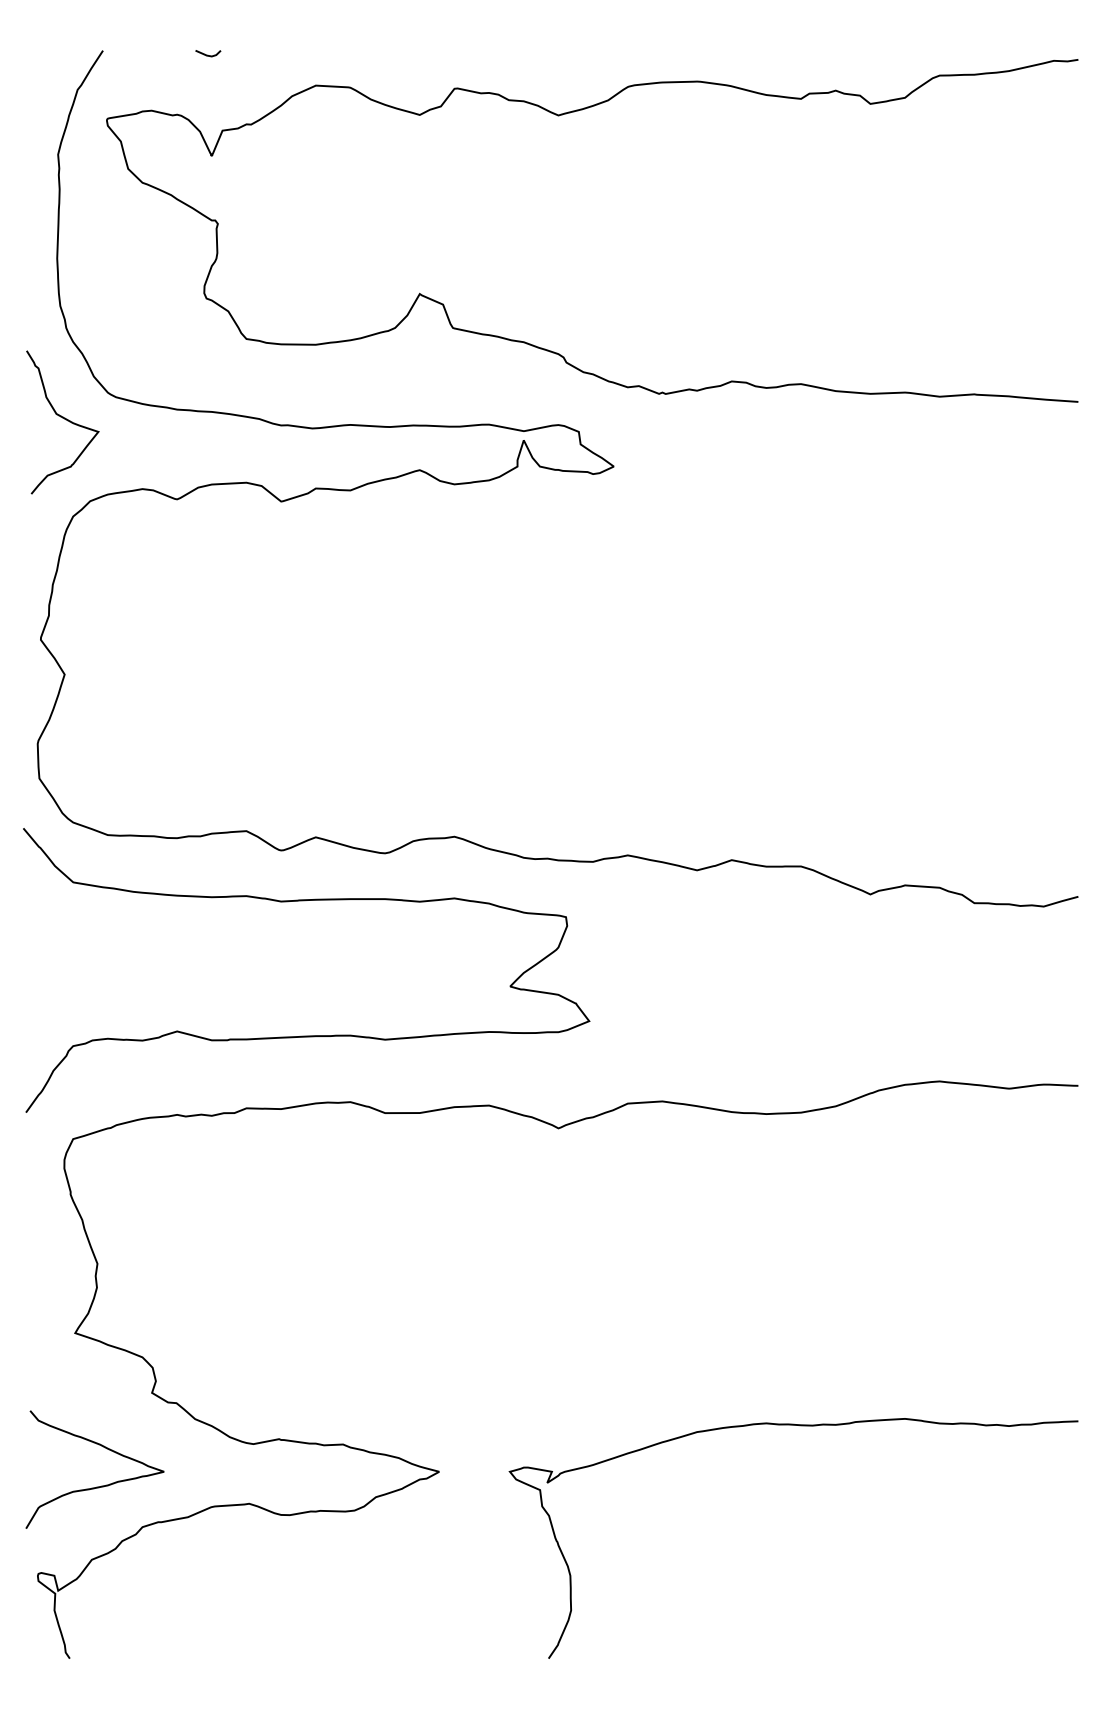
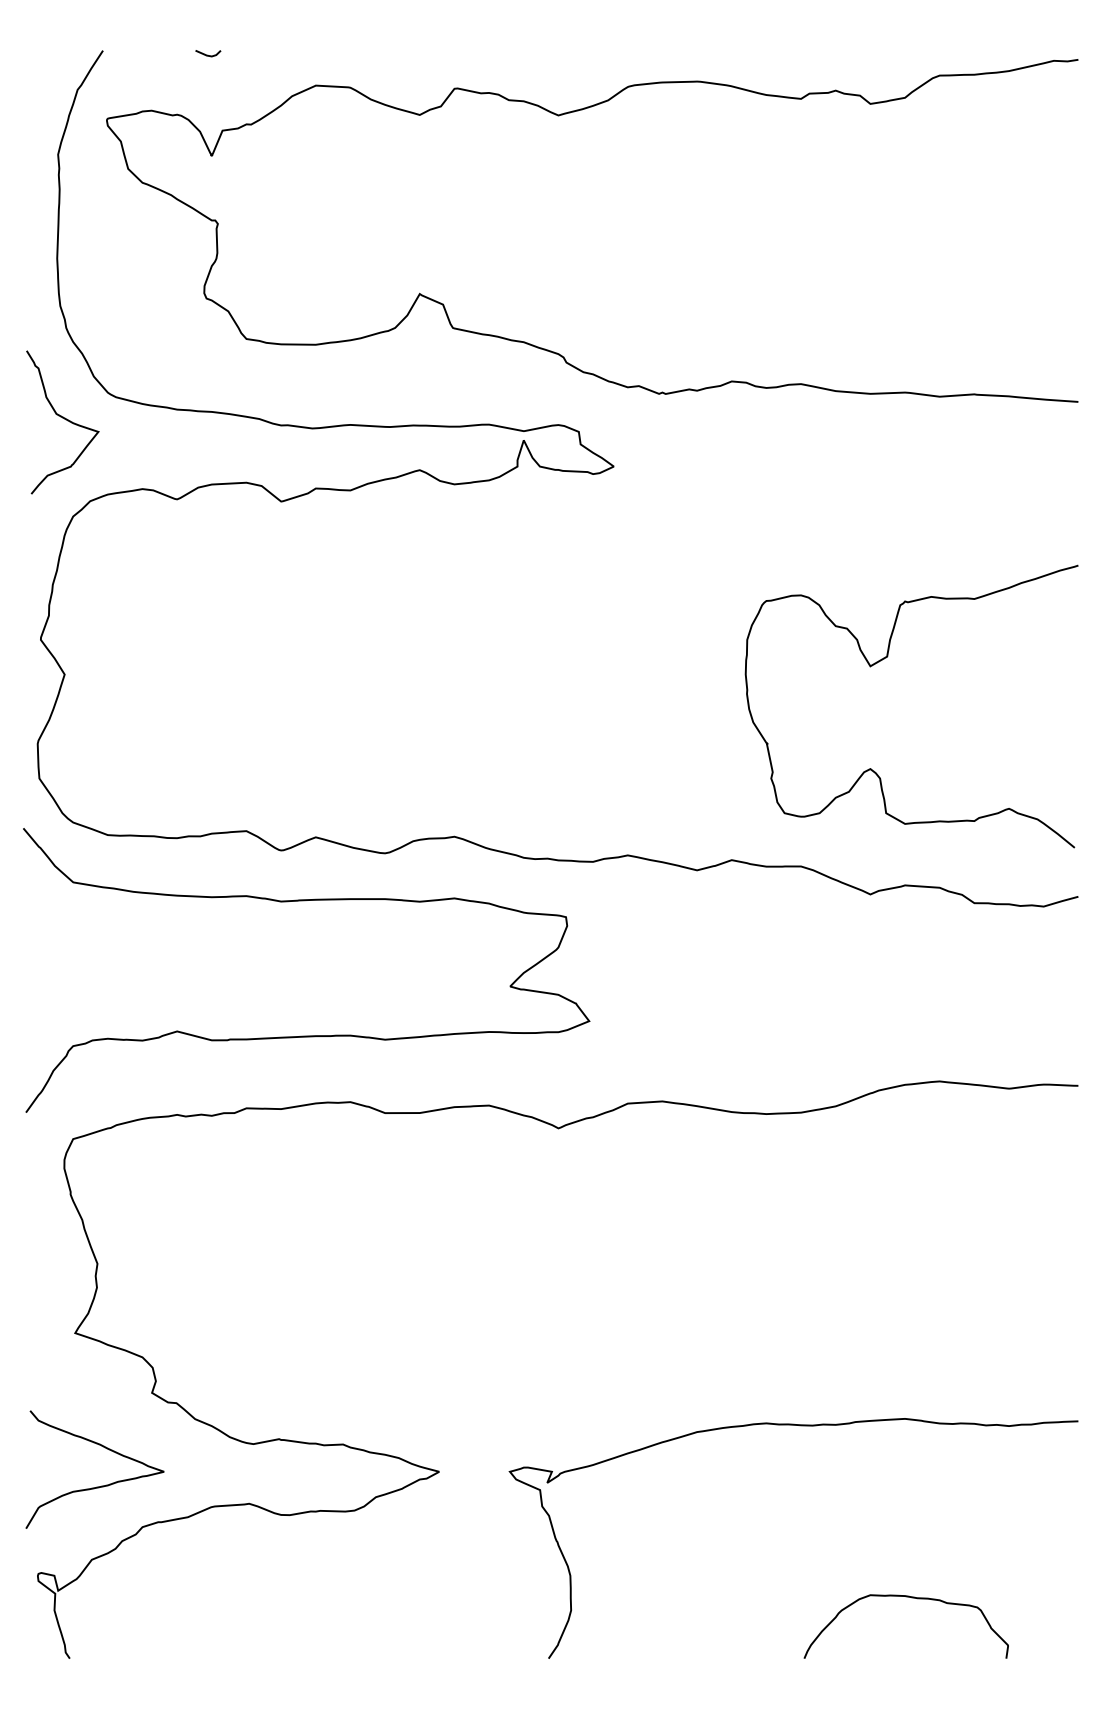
curve at (886, 658): none -> present
curve at (911, 1598): none -> present
